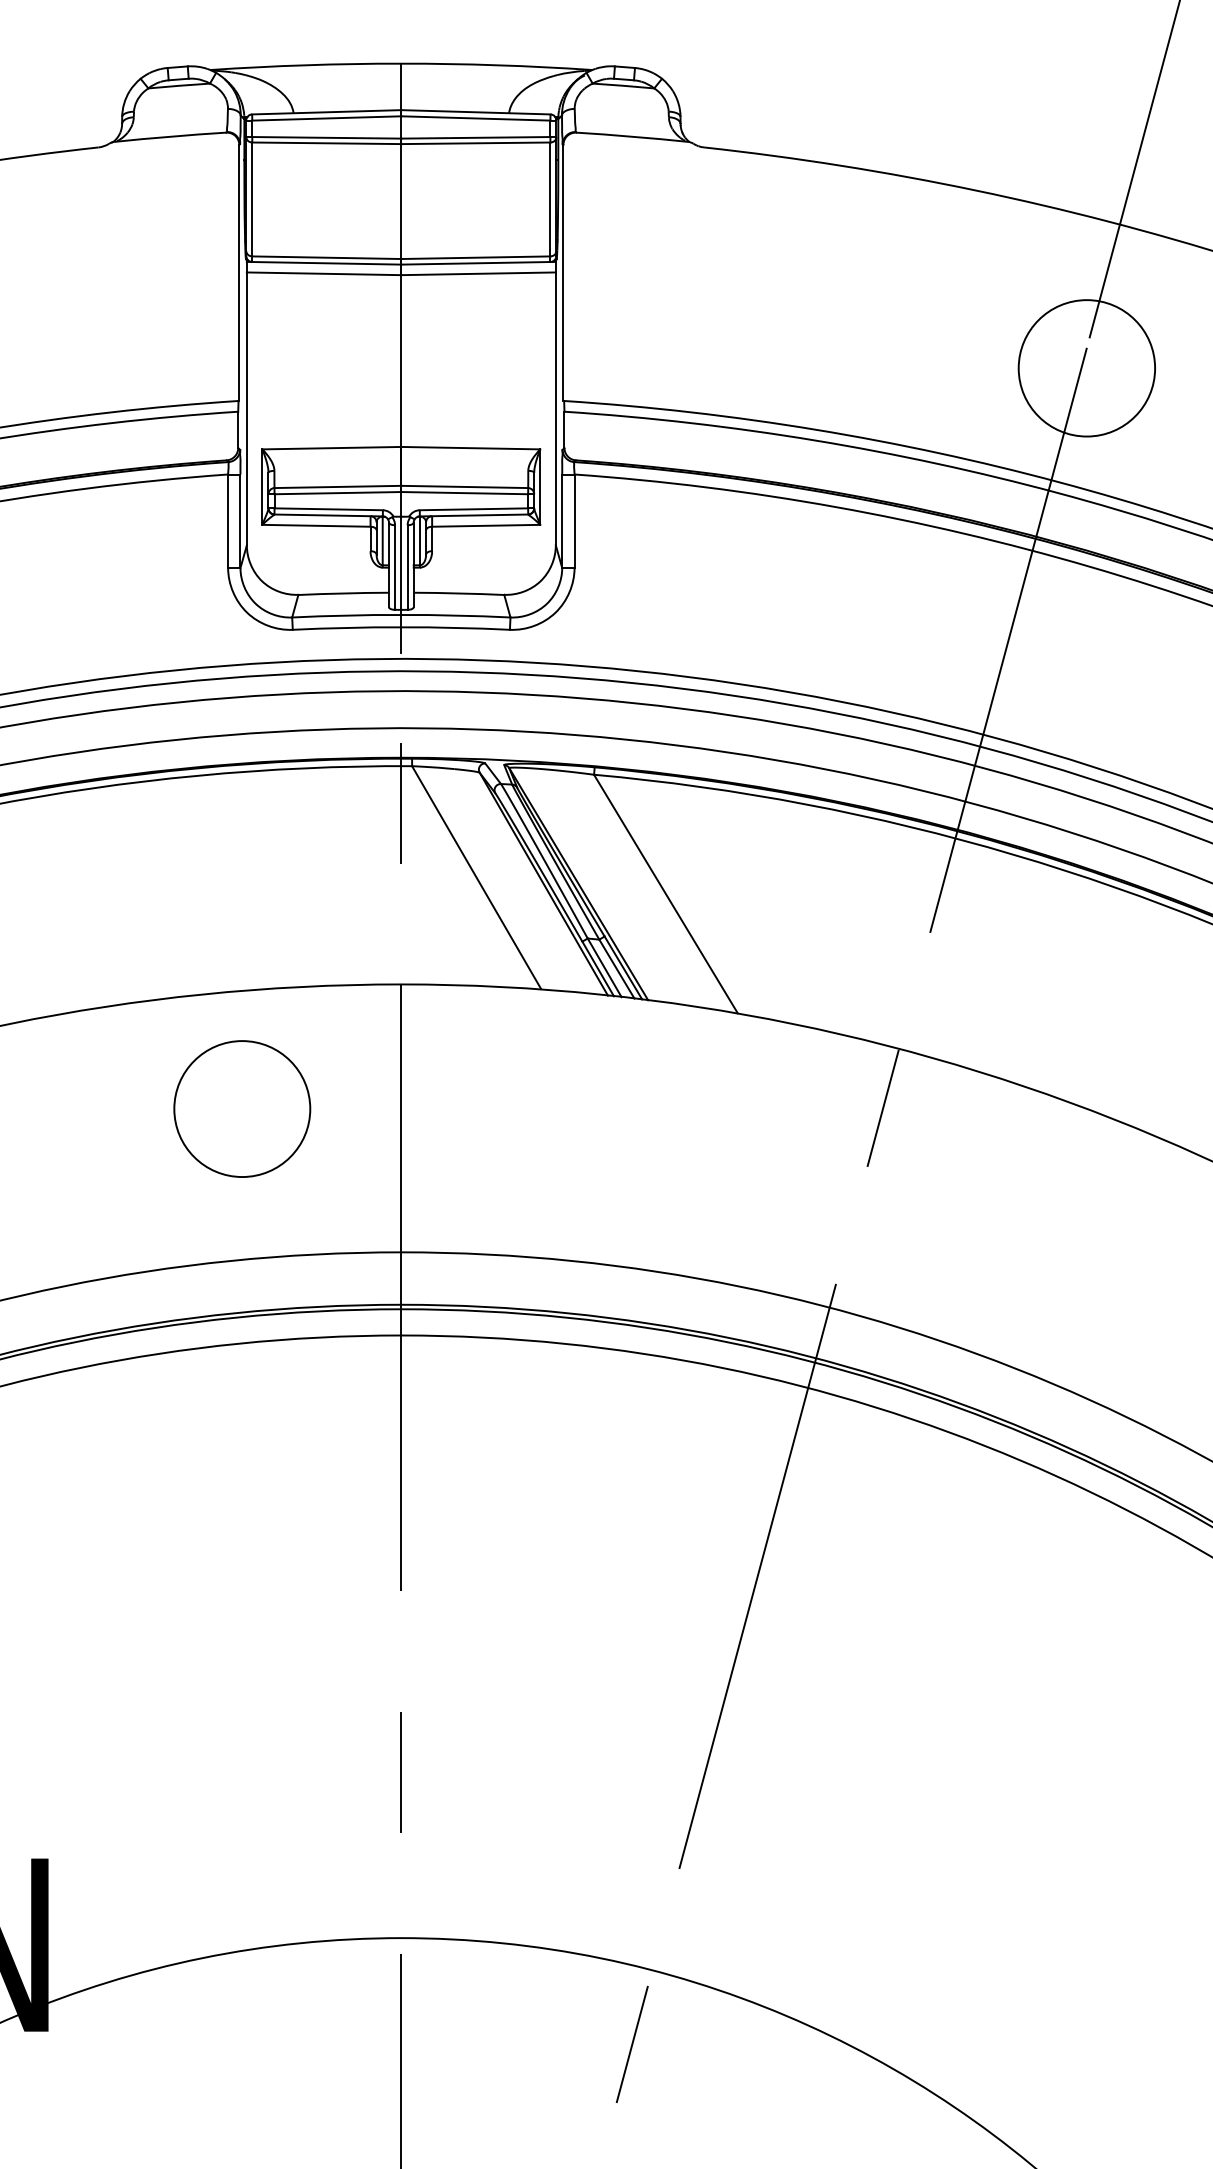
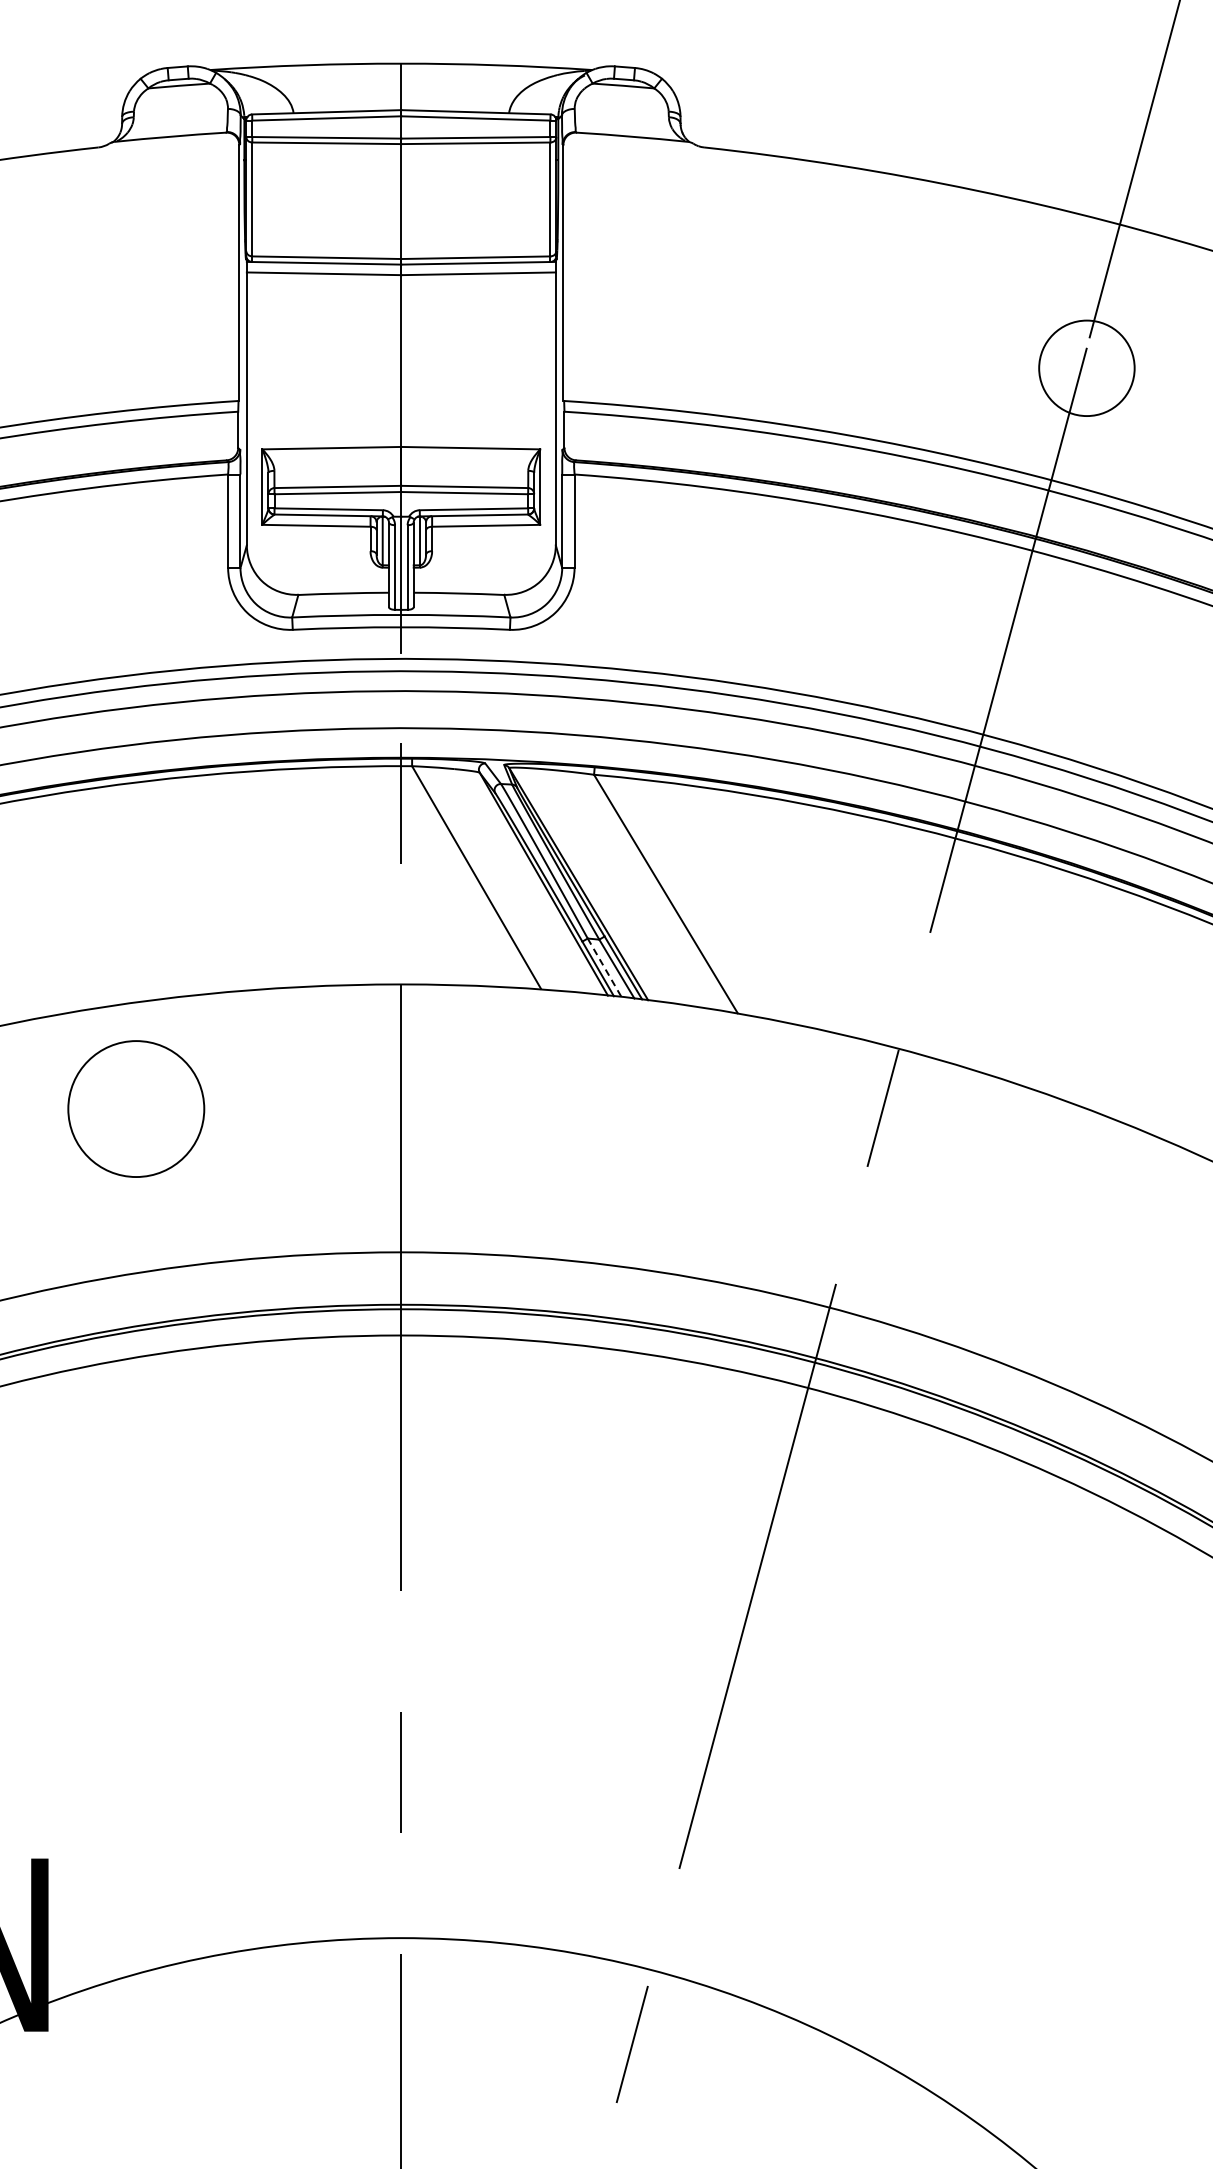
circle at (1086, 368) diameter: 136 px -> 95 px
line at (604, 967): solid -> dashed
circle at (242, 1108) position: (242, 1108) -> (136, 1108)
